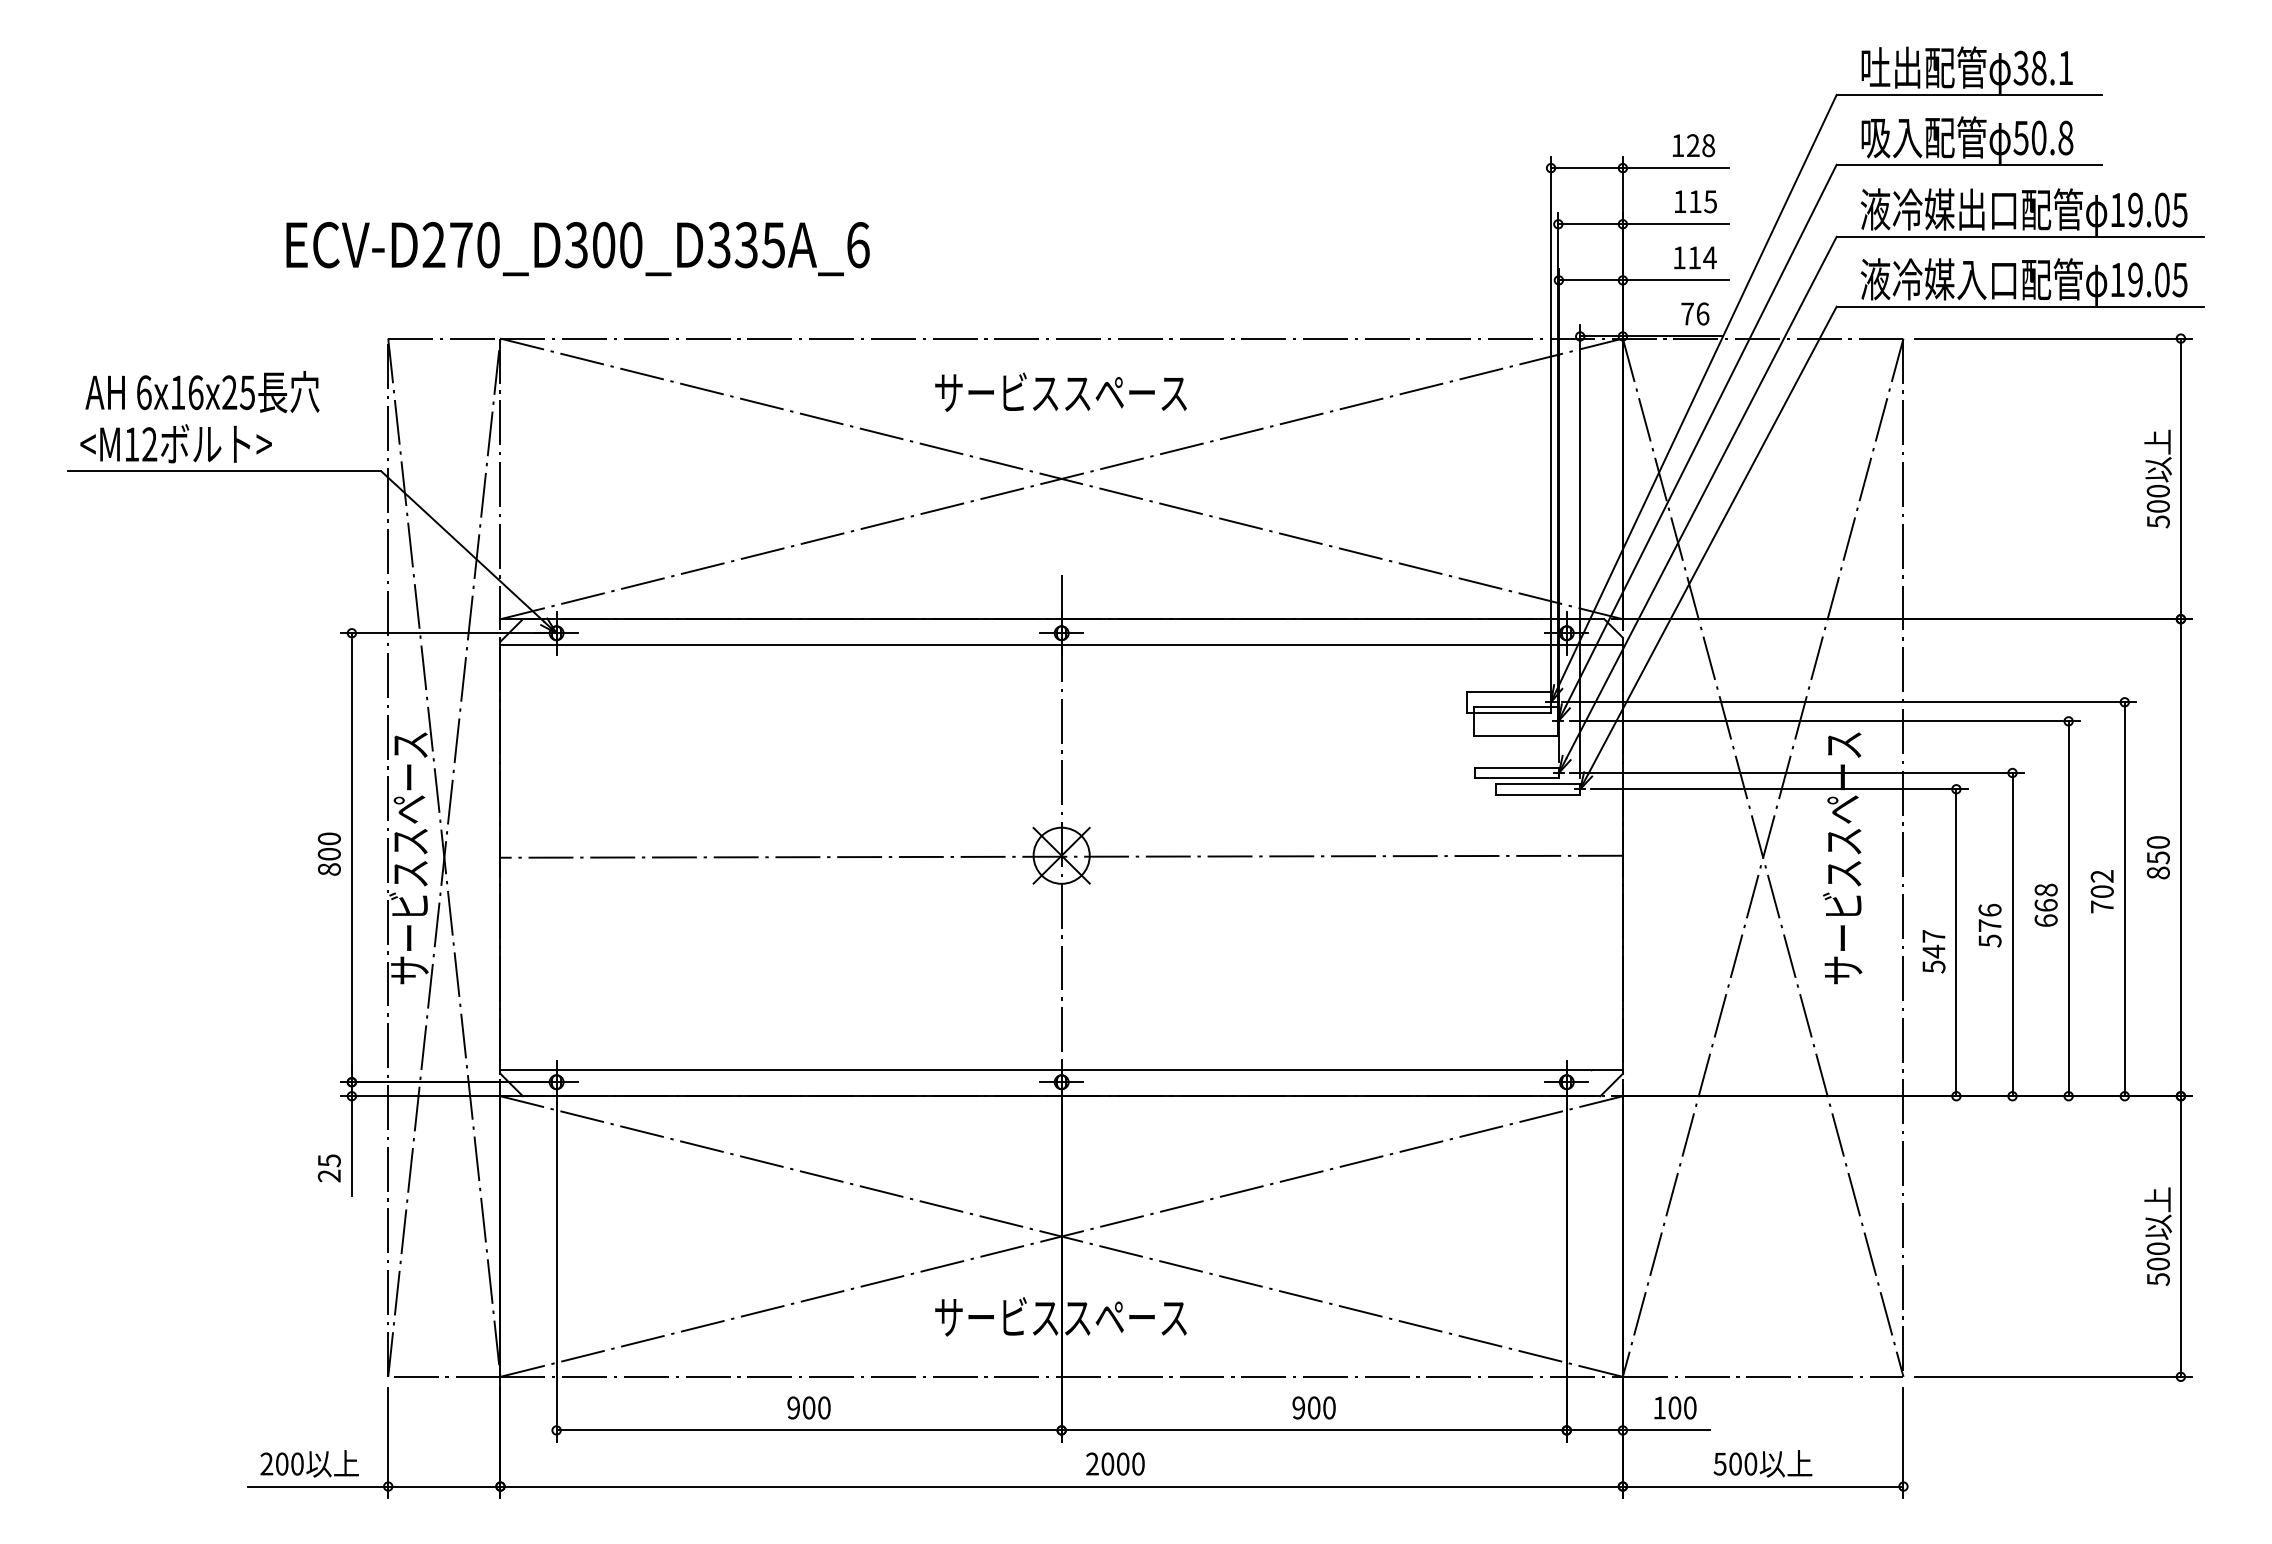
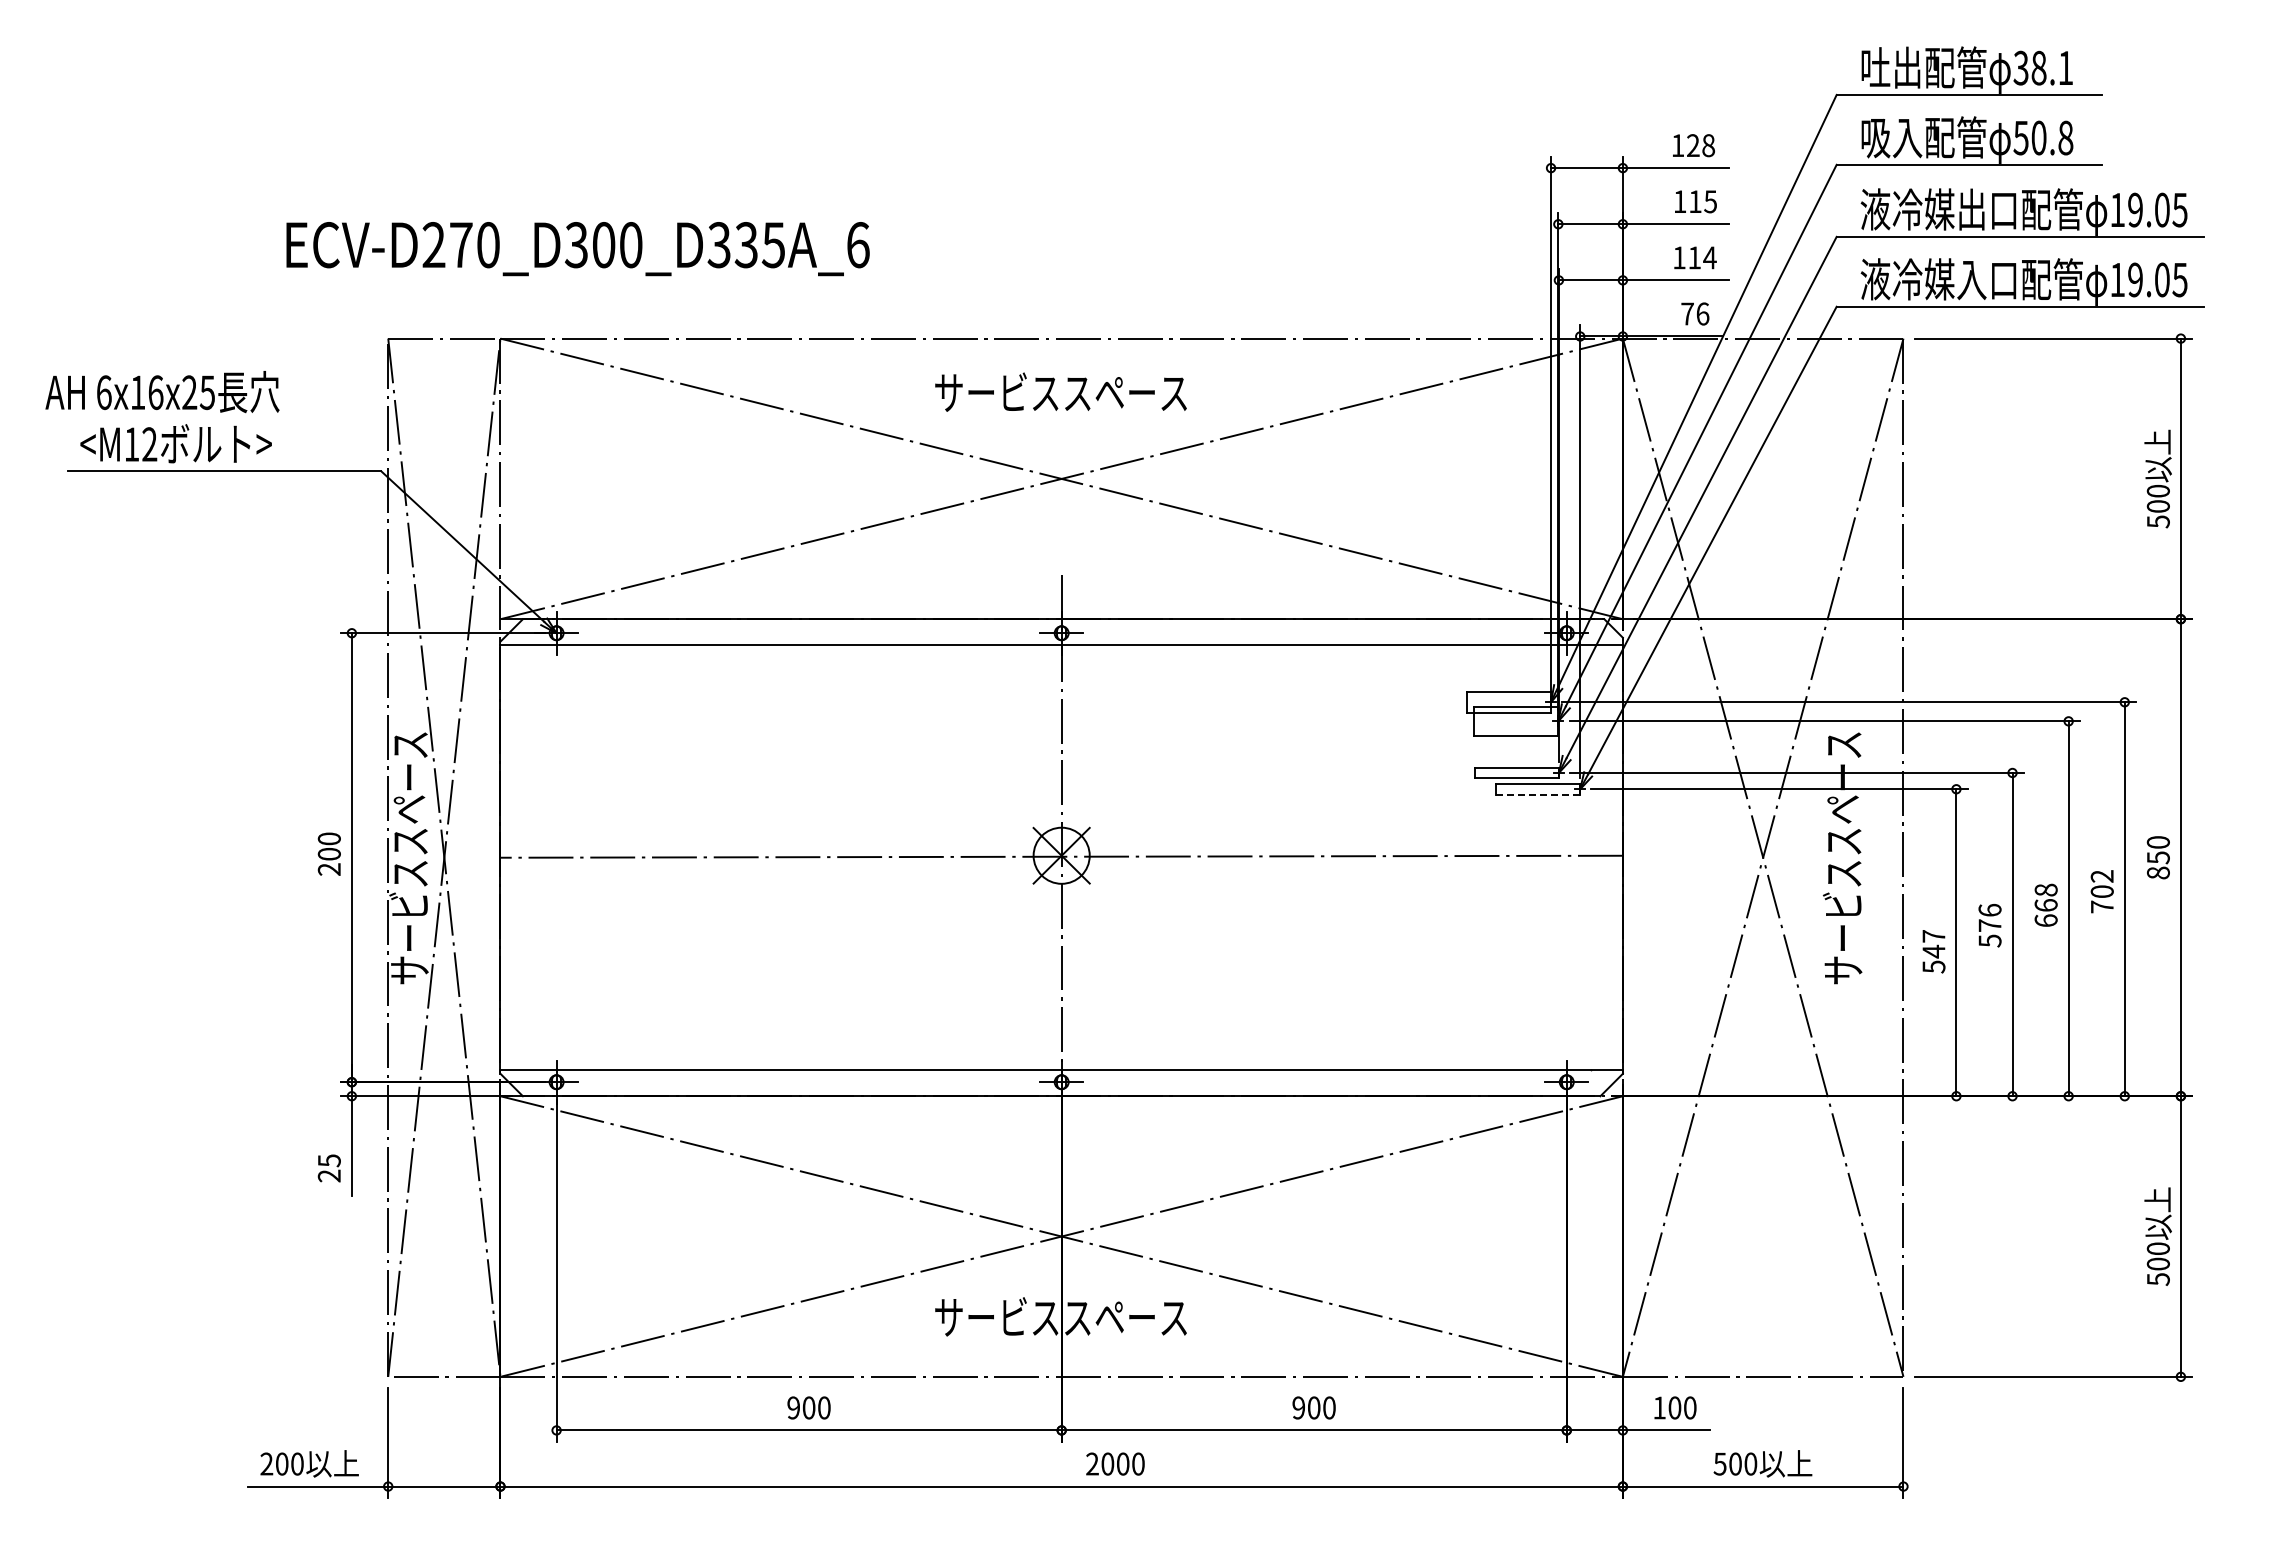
text at (202, 392) position: (202, 392) -> (162, 392)
line at (1538, 794): solid -> dashed
text at (328, 869): 800 -> 200
